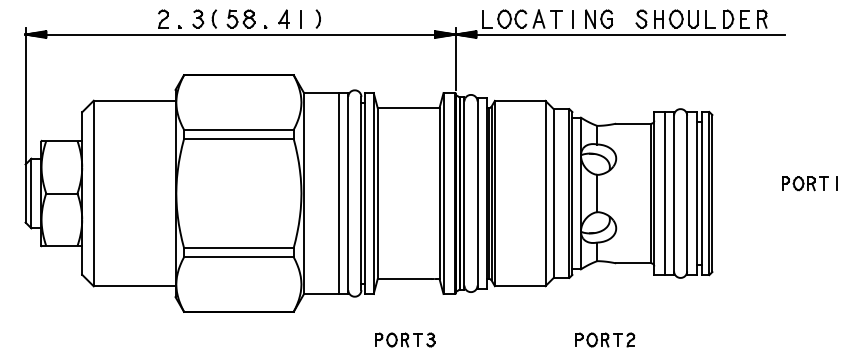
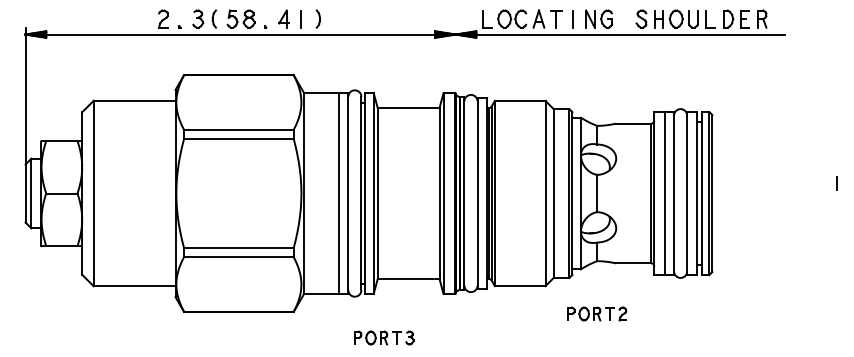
line at (455, 58): present -> none
part at (805, 183): present -> none
part at (405, 339) position: (405, 339) -> (384, 337)
part at (605, 339) position: (605, 339) -> (597, 313)
